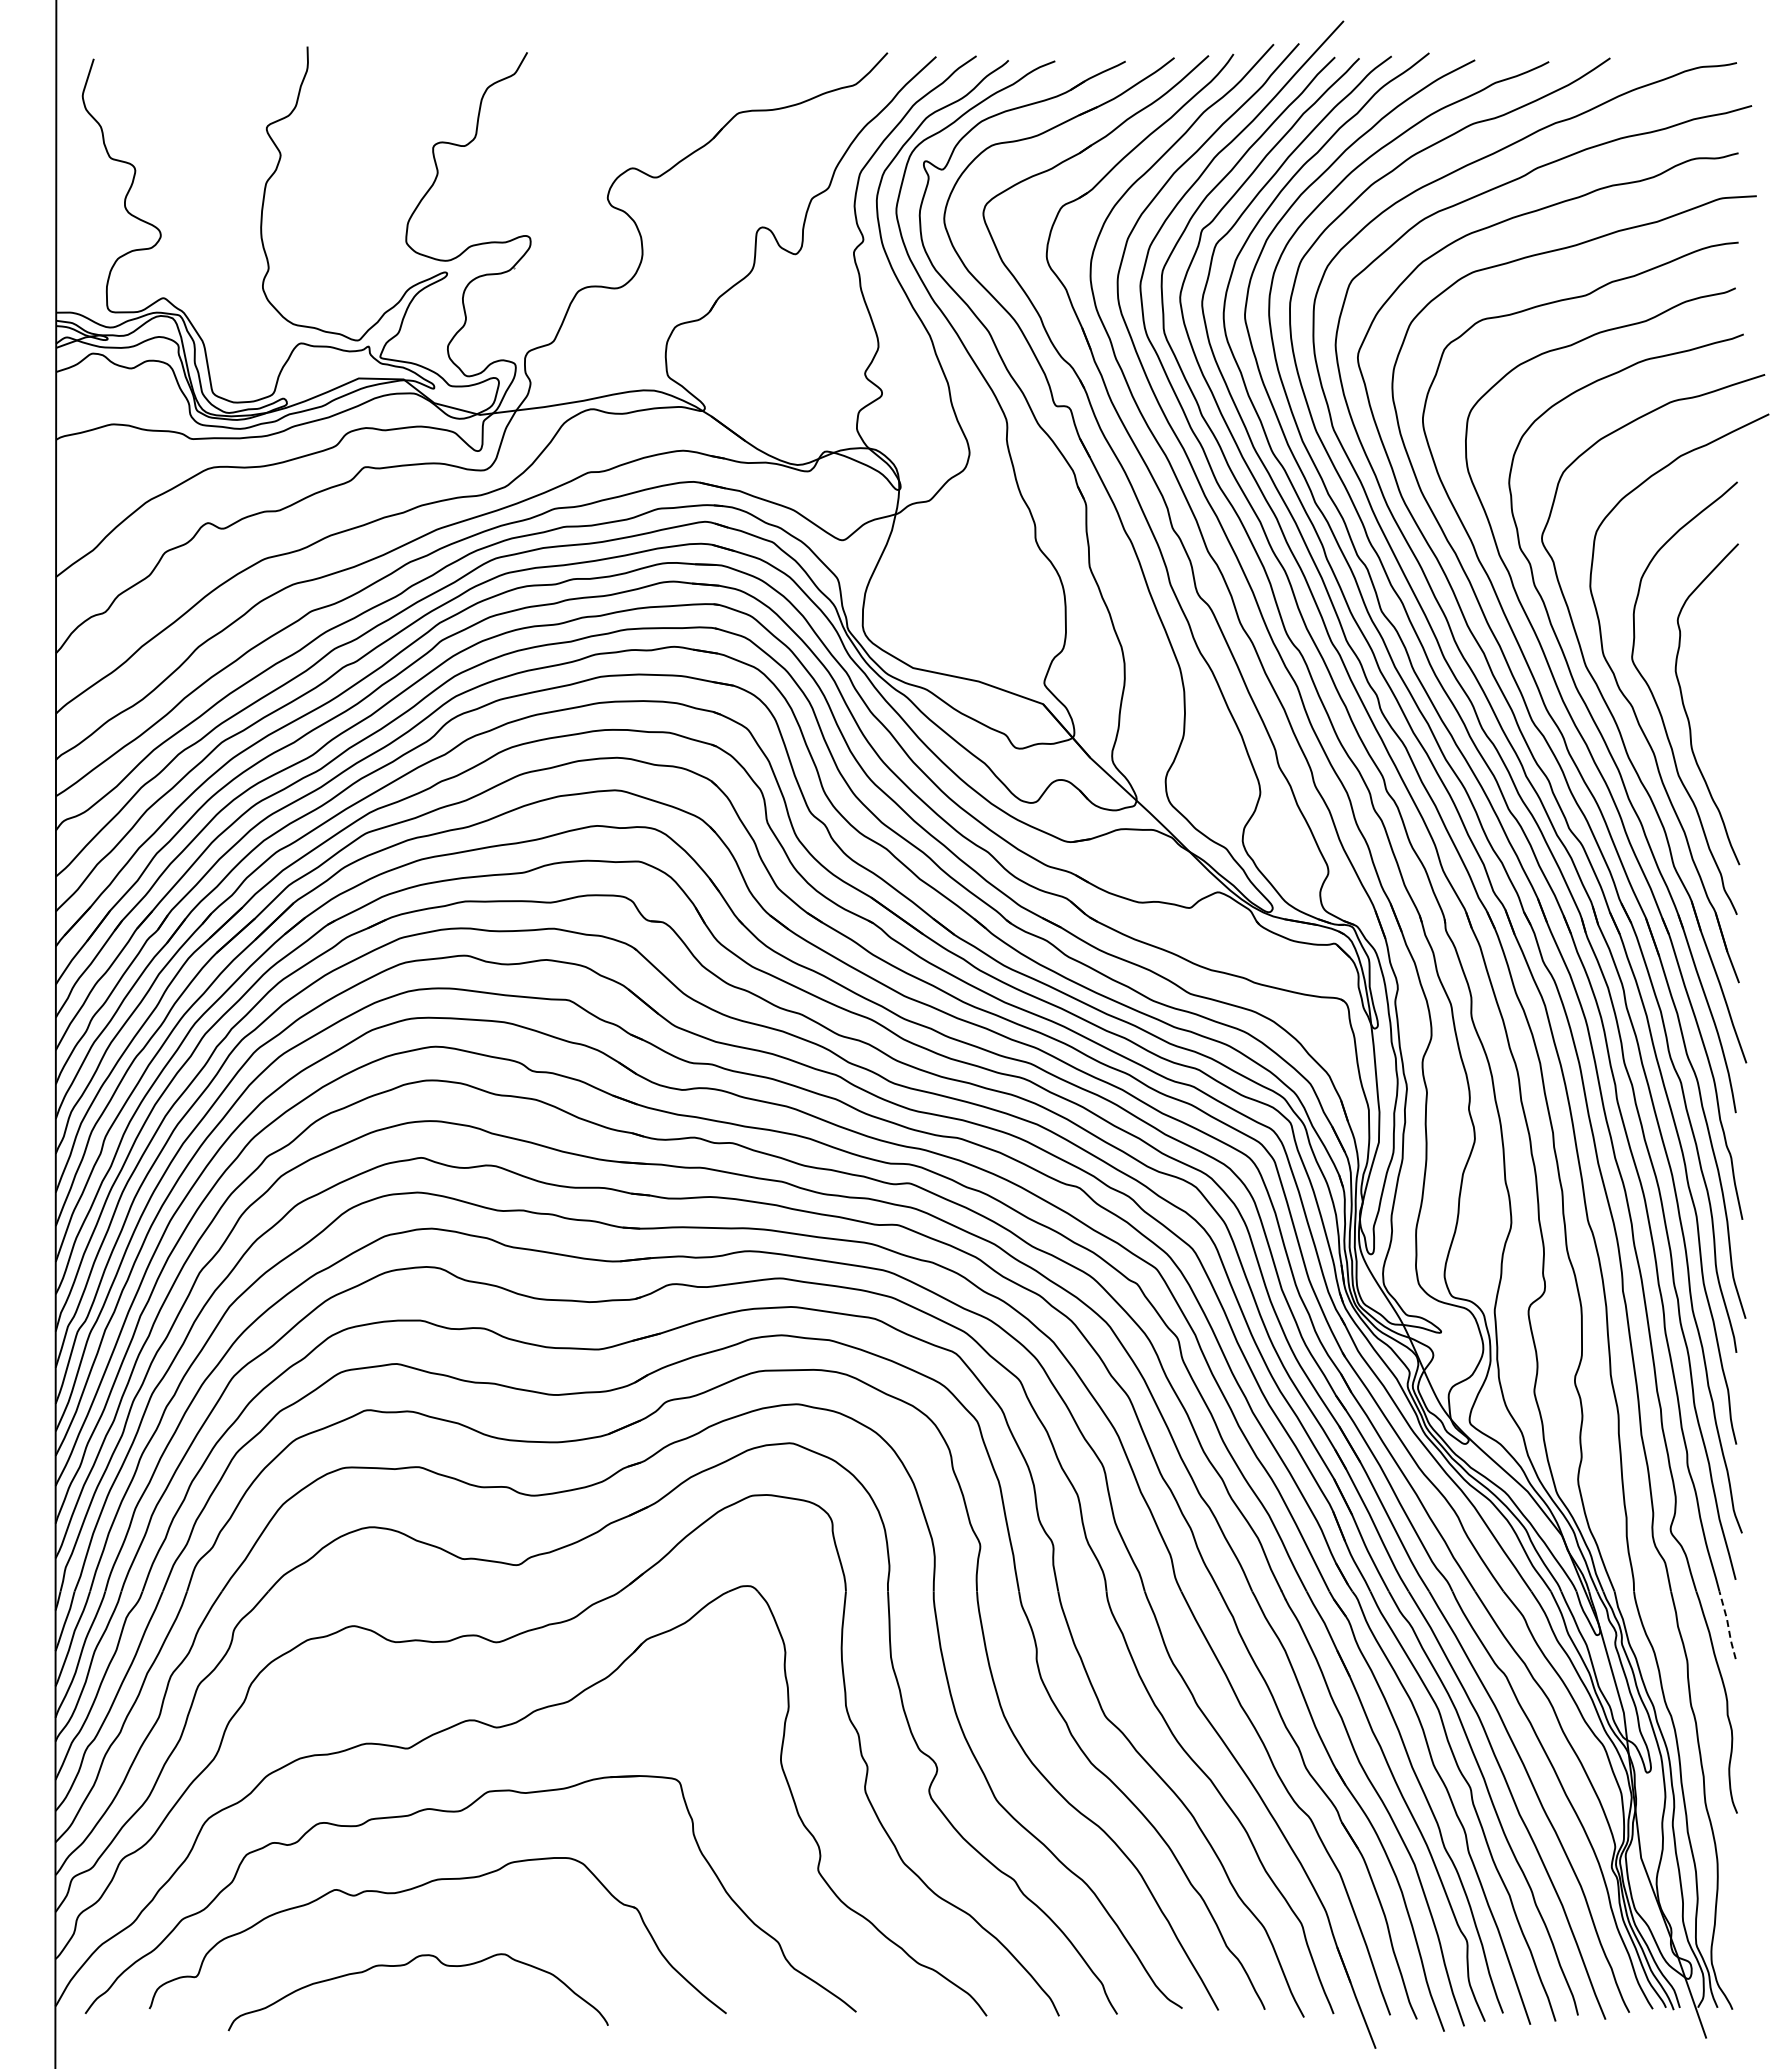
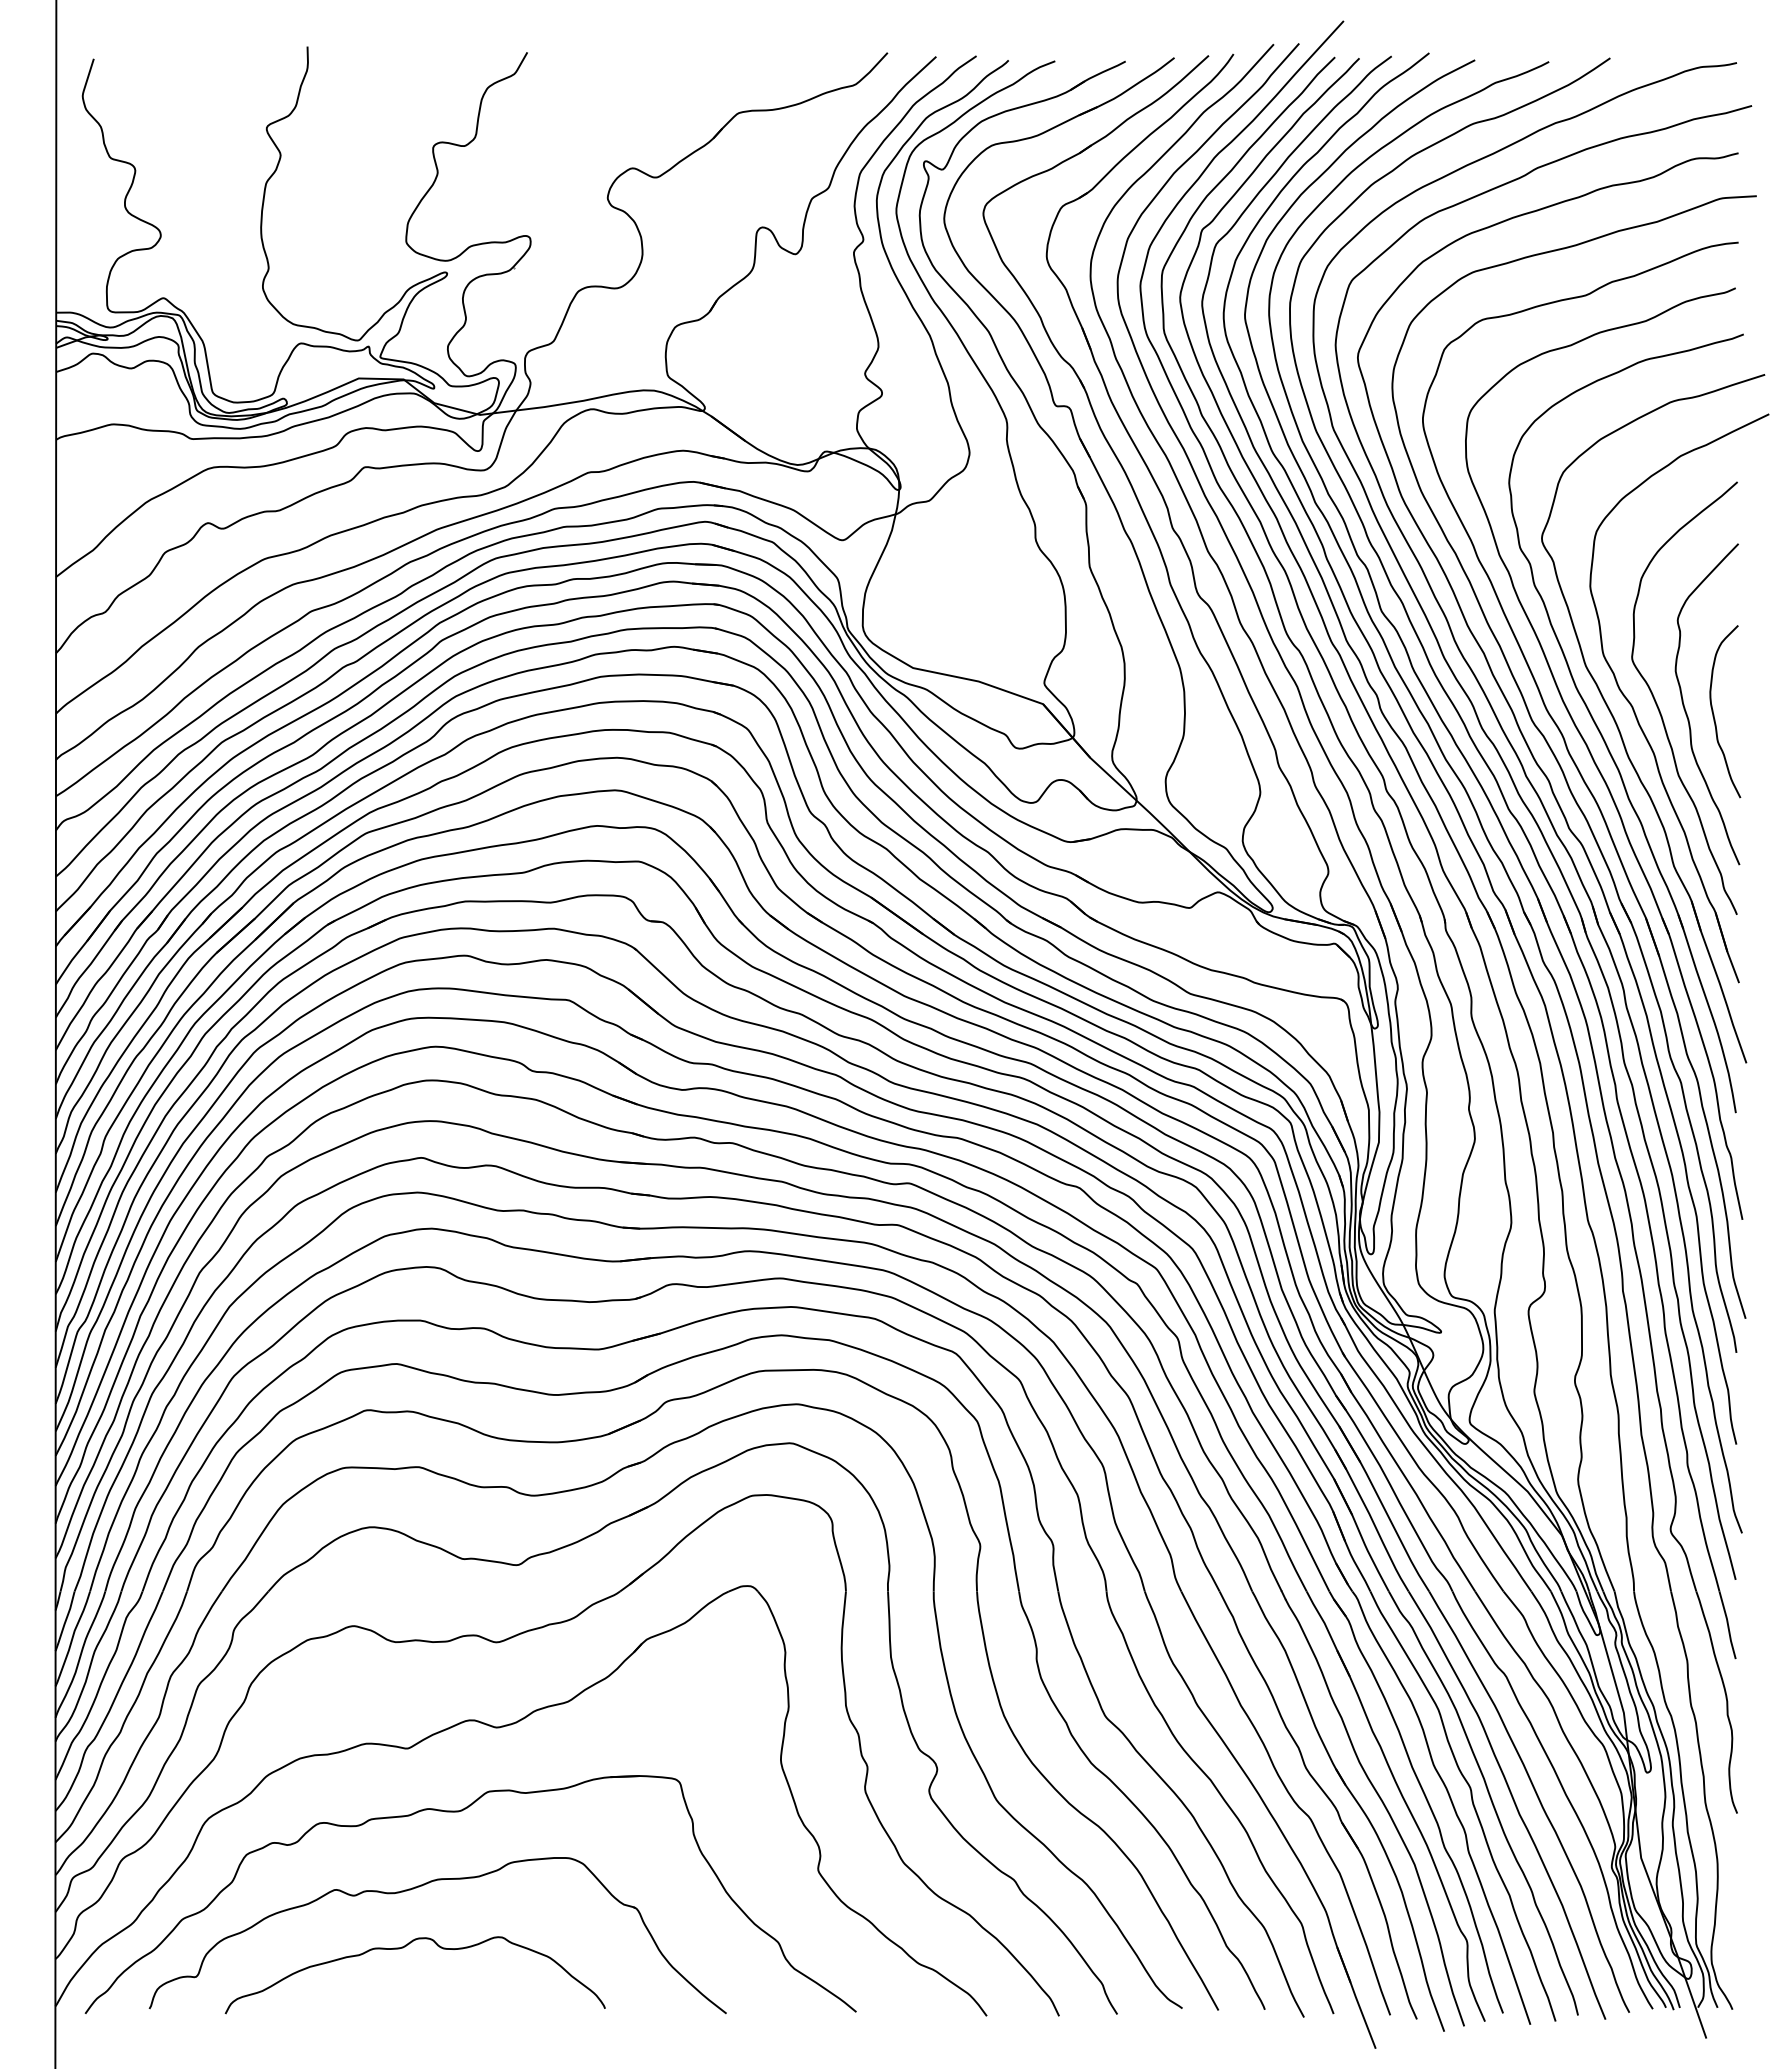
curve at (1714, 714): none -> present
line at (1728, 1624): dashed -> solid
curve at (406, 1965) position: (406, 1965) -> (403, 1948)
